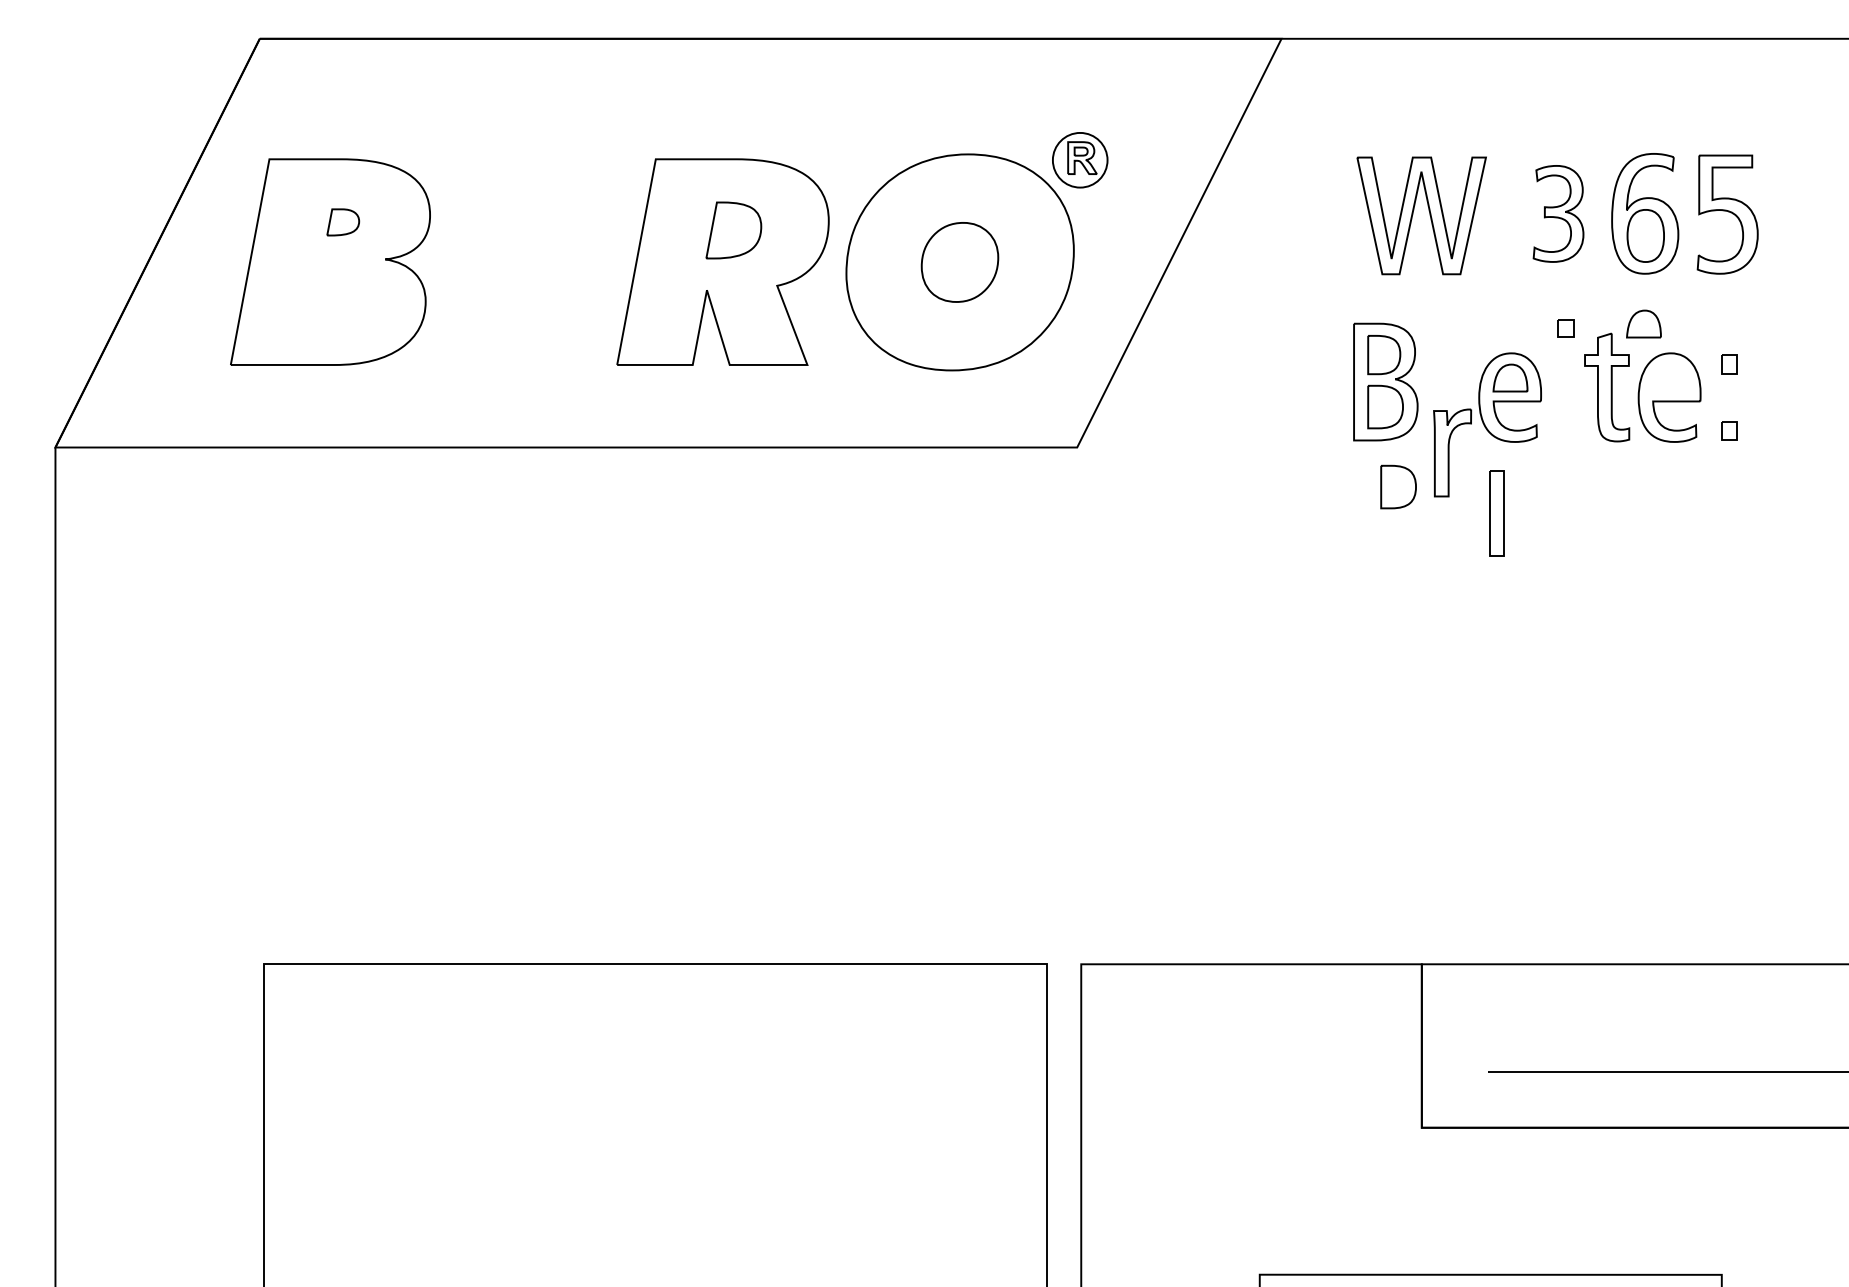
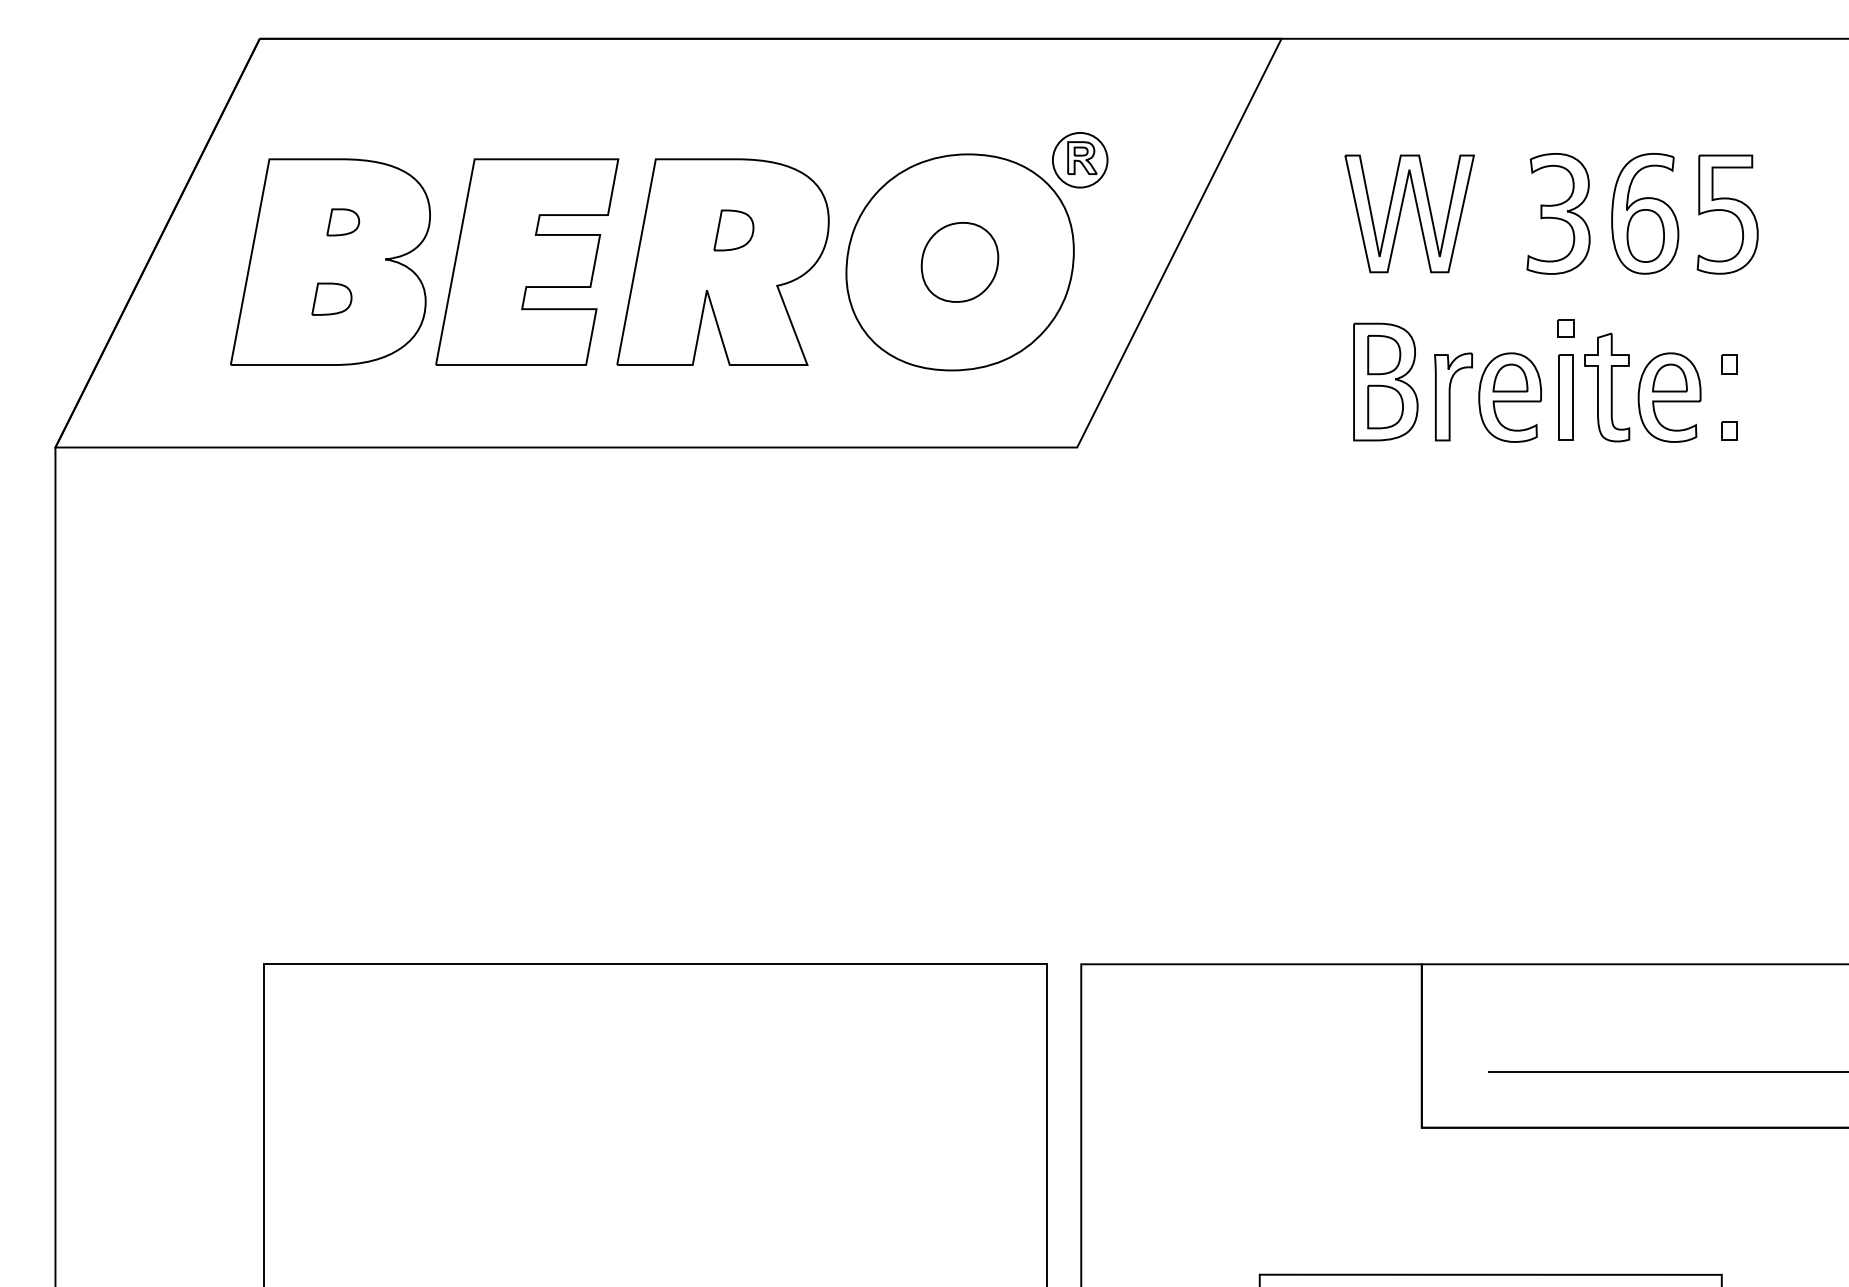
part at (1558, 213) size: 53x98 px -> 65x122 px
part at (1429, 215) position: (1429, 215) -> (1417, 213)
part at (733, 230) size: 58x59 px -> 42x43 px
part at (527, 261): none -> present
part at (331, 298): none -> present
part at (1643, 323) position: (1643, 323) -> (1669, 377)
part at (1452, 452) position: (1452, 452) -> (1453, 396)
part at (1398, 486): present -> none
part at (1496, 513) position: (1496, 513) -> (1565, 397)
